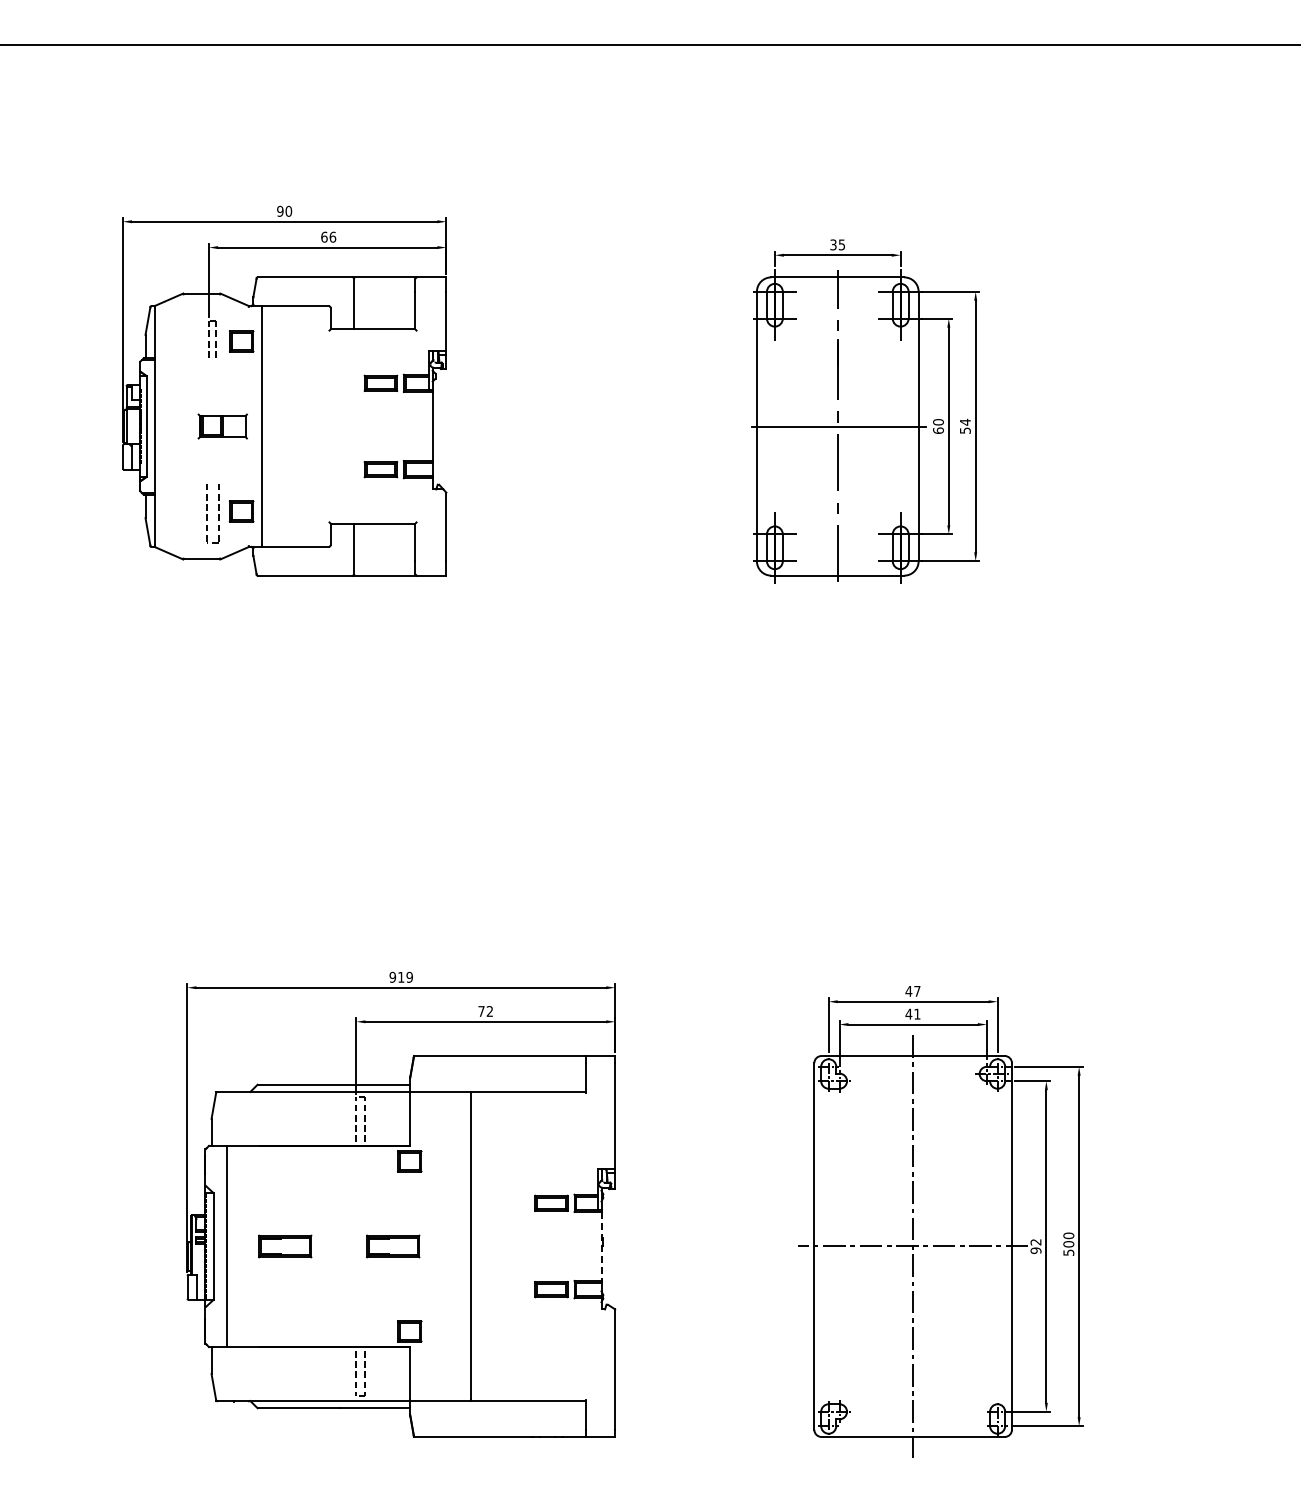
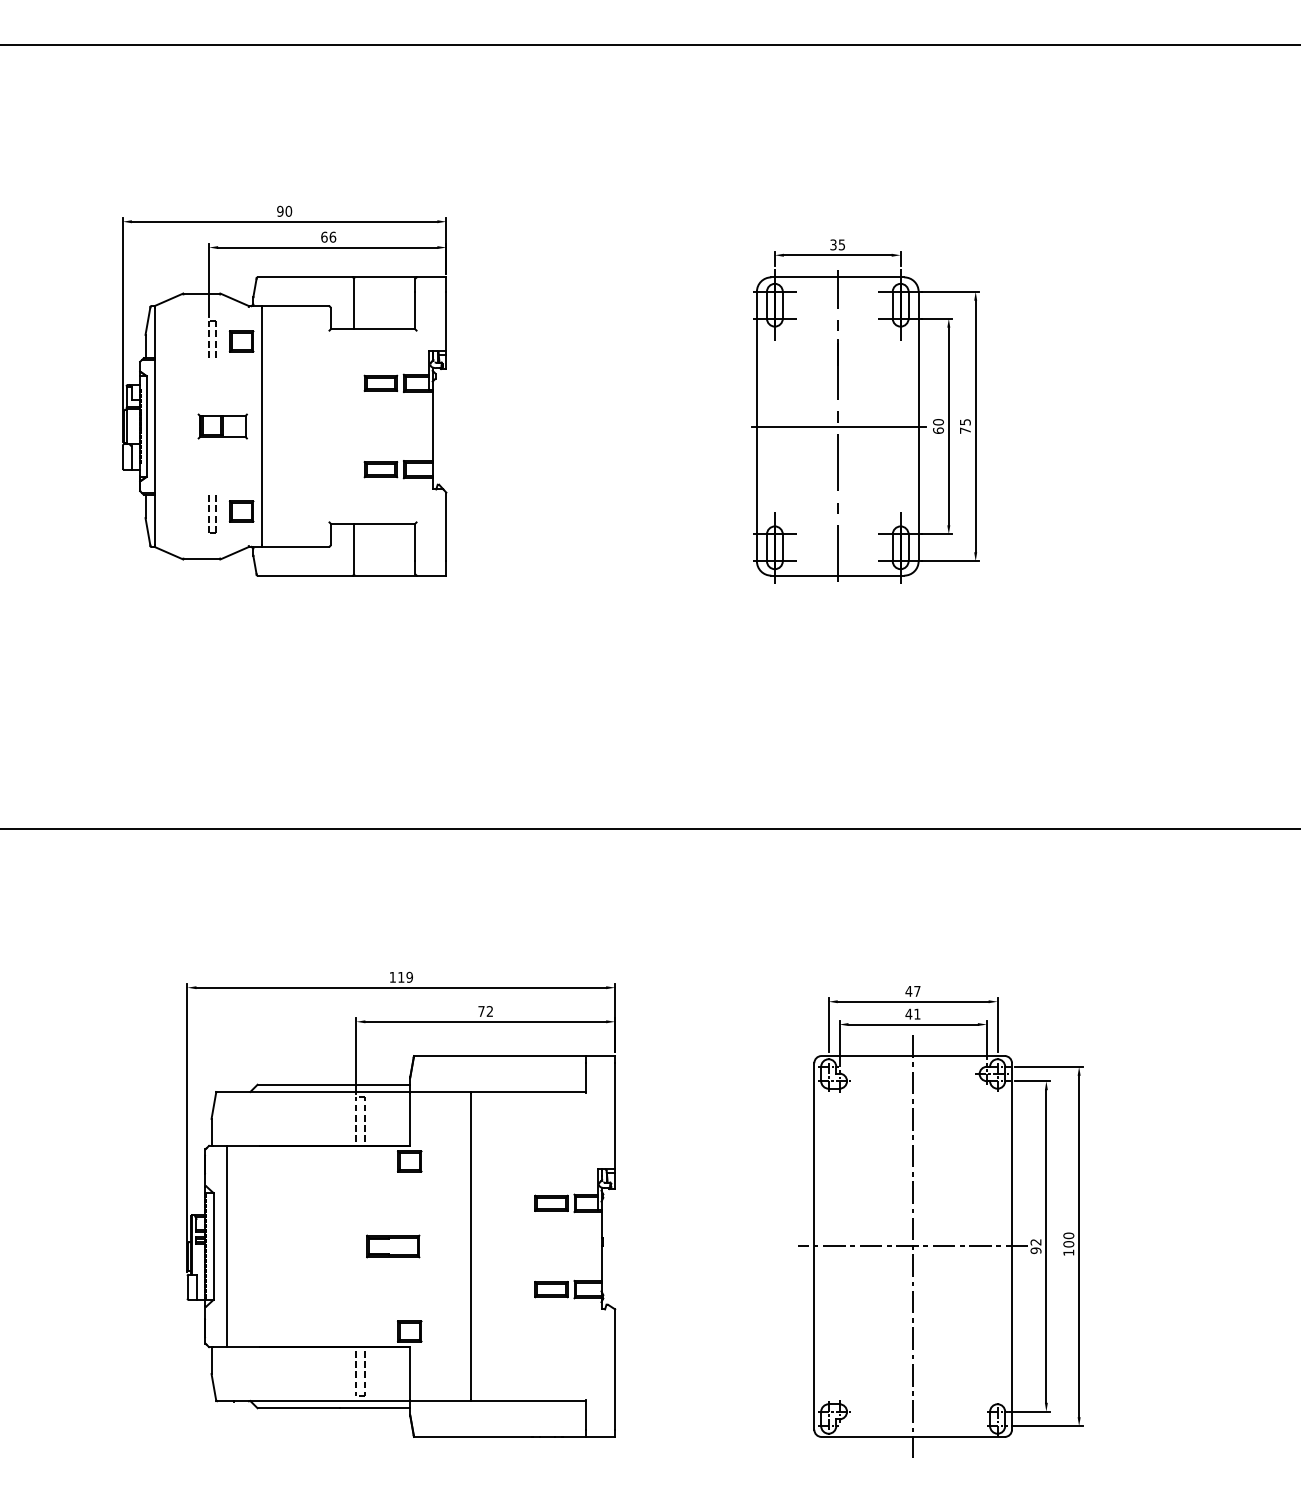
text at (965, 425): 54 -> 75
part at (212, 513) size: 14x60 px -> 9x39 px
line at (649, 828): none -> present
text at (392, 976): 919 -> 119
part at (285, 1246): present -> none
line at (601, 1246): dashed -> solid
text at (1068, 1252): 500 -> 100
